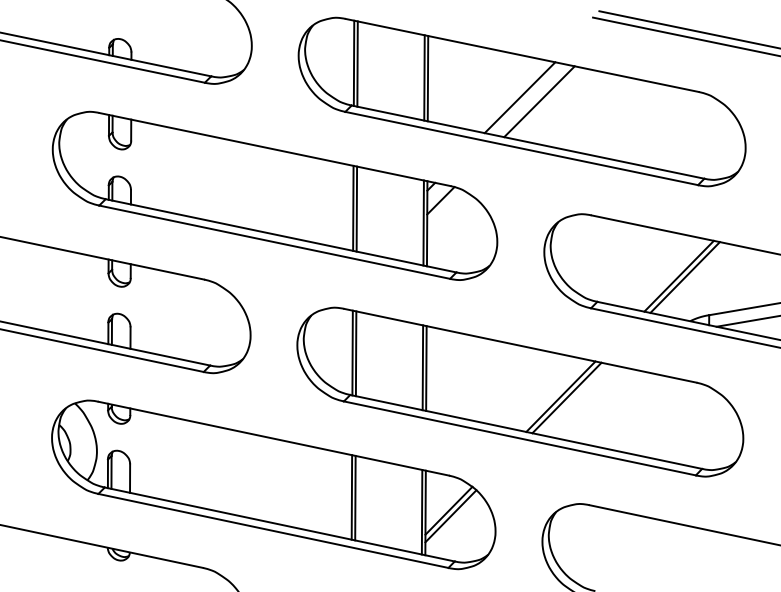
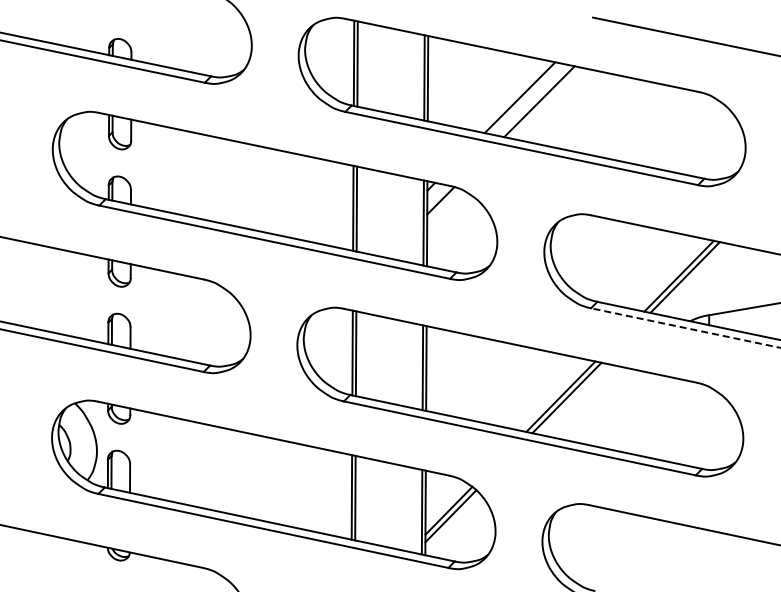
line at (688, 29): present -> none
line at (746, 321): present -> none
line at (685, 328): solid -> dashed
